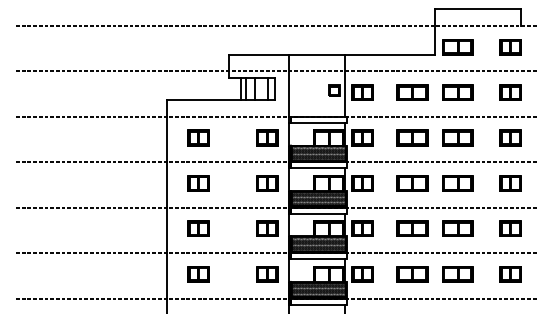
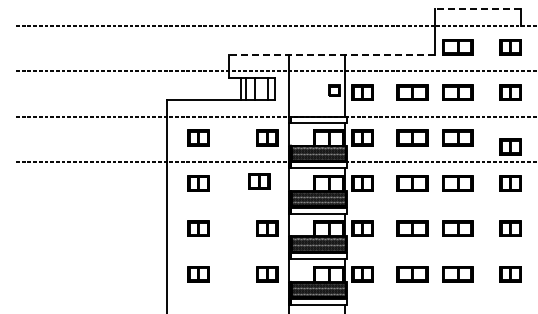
line at (477, 9): solid -> dashed
line at (331, 54): solid -> dashed
part at (510, 137) position: (510, 137) -> (510, 146)
part at (267, 183) position: (267, 183) -> (259, 181)
line at (275, 207): present -> none
line at (275, 253): present -> none
line at (275, 298): present -> none
